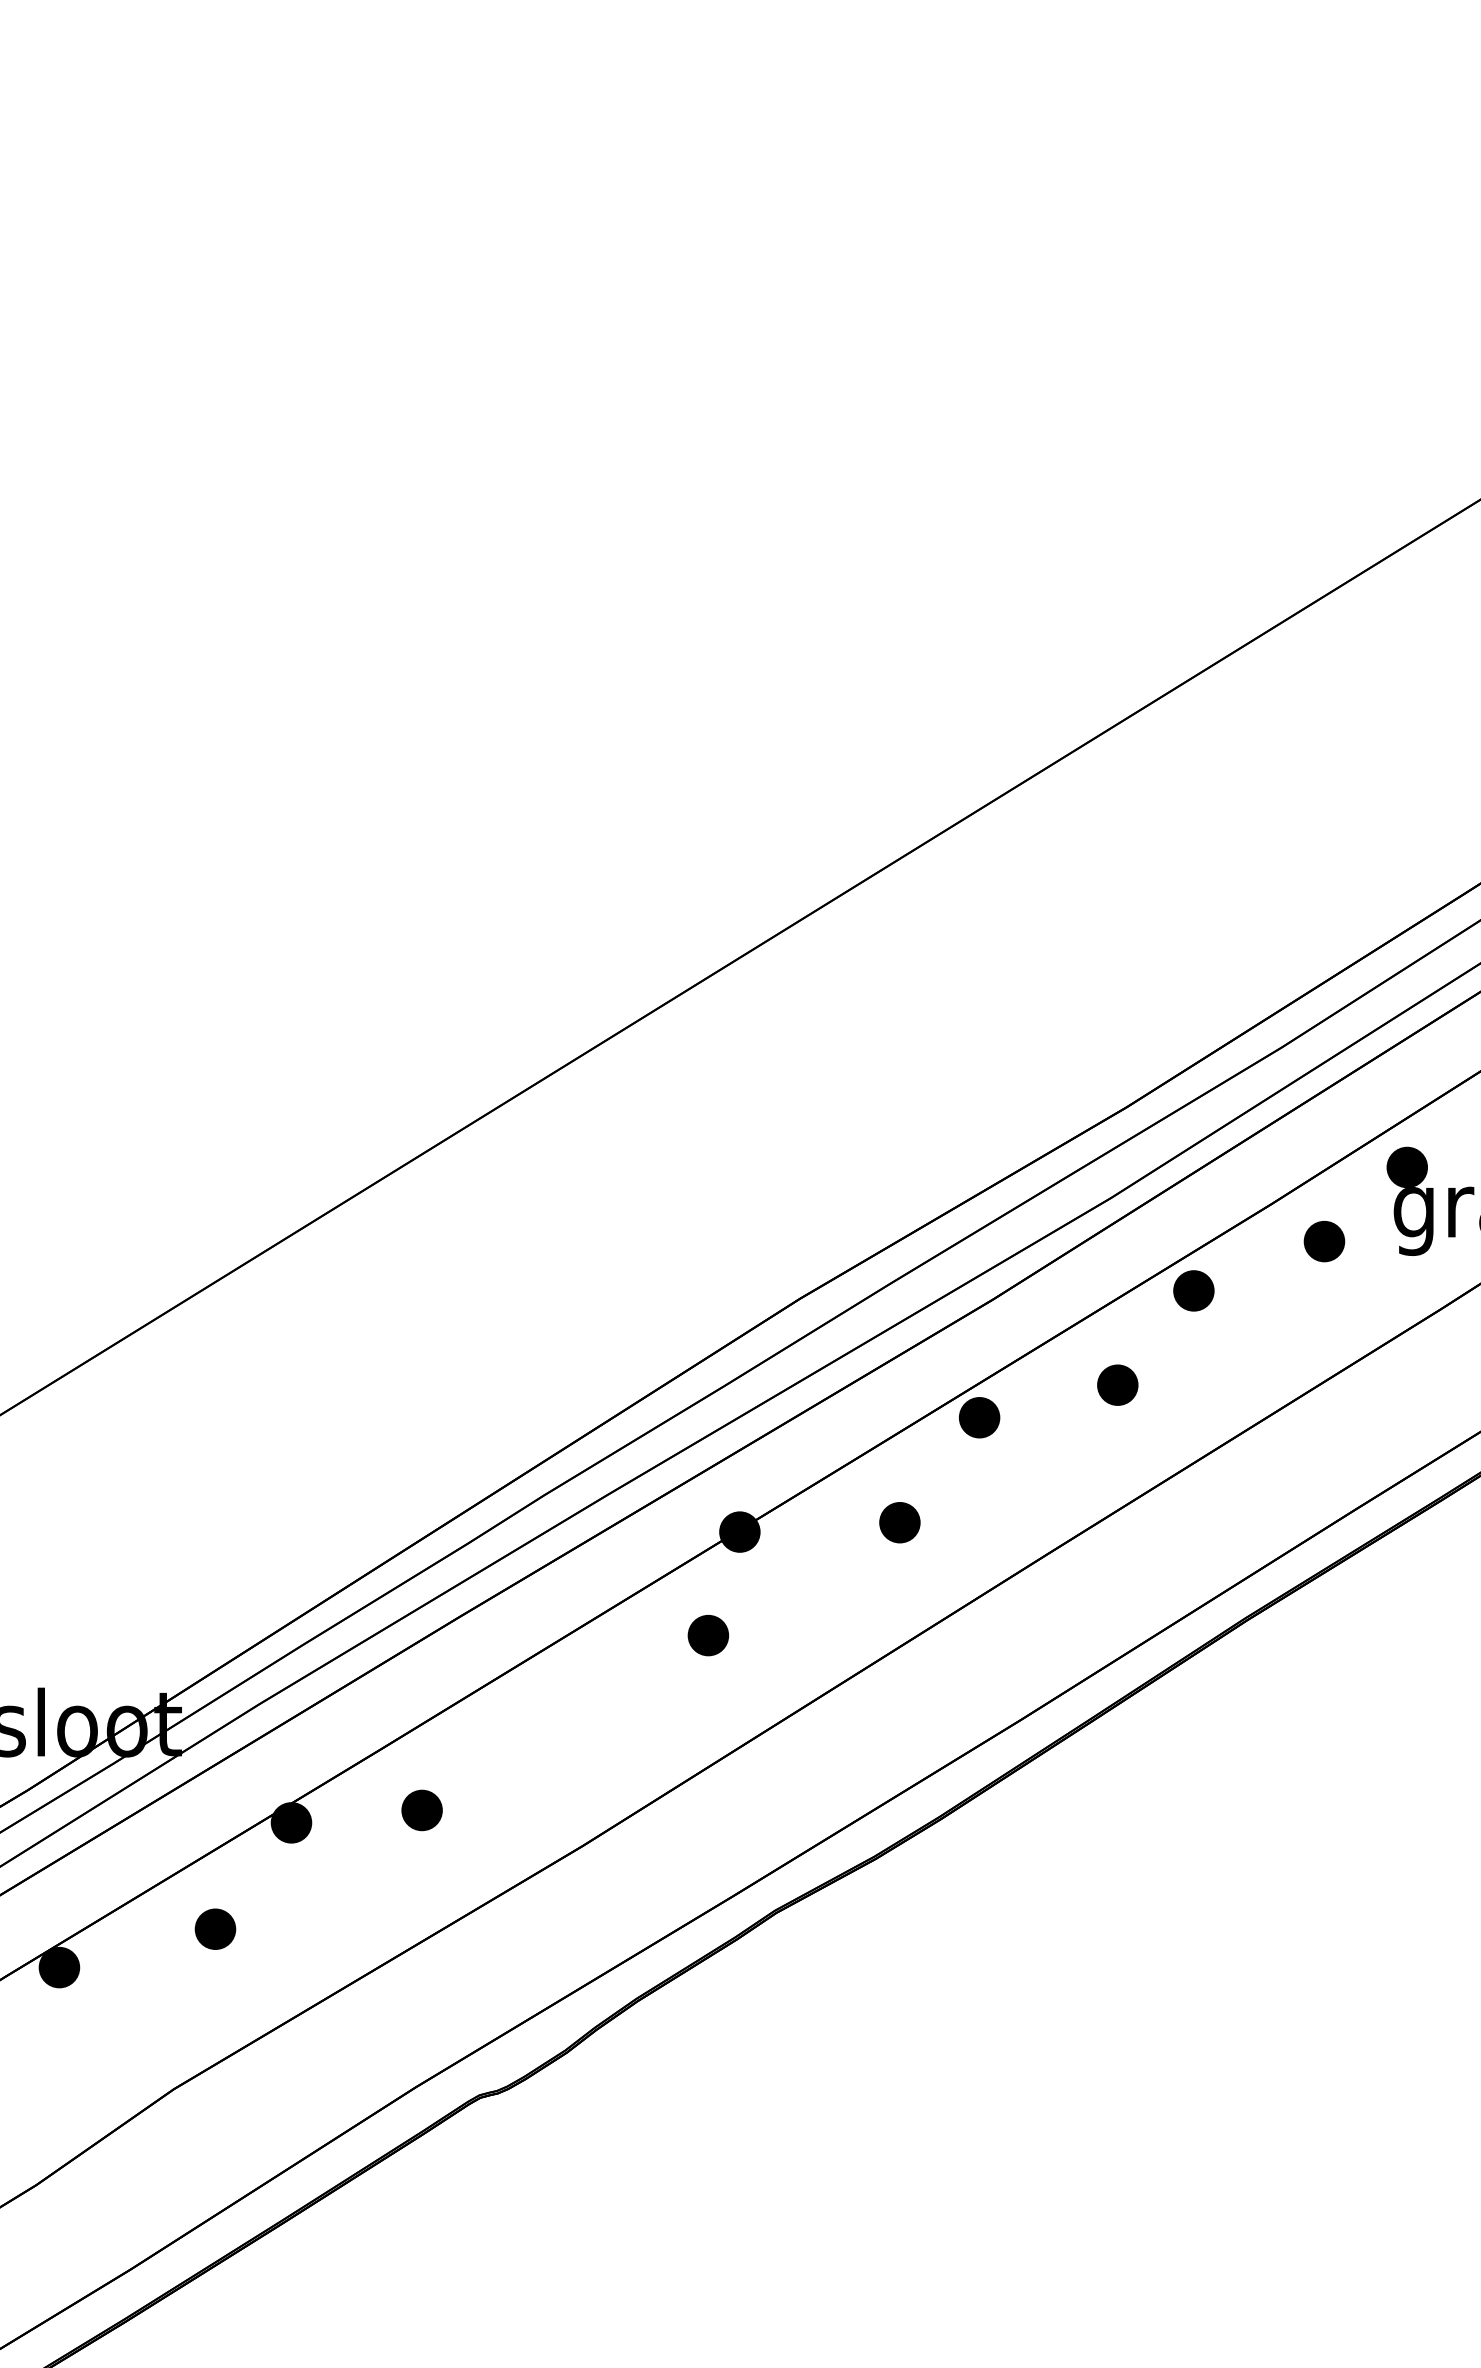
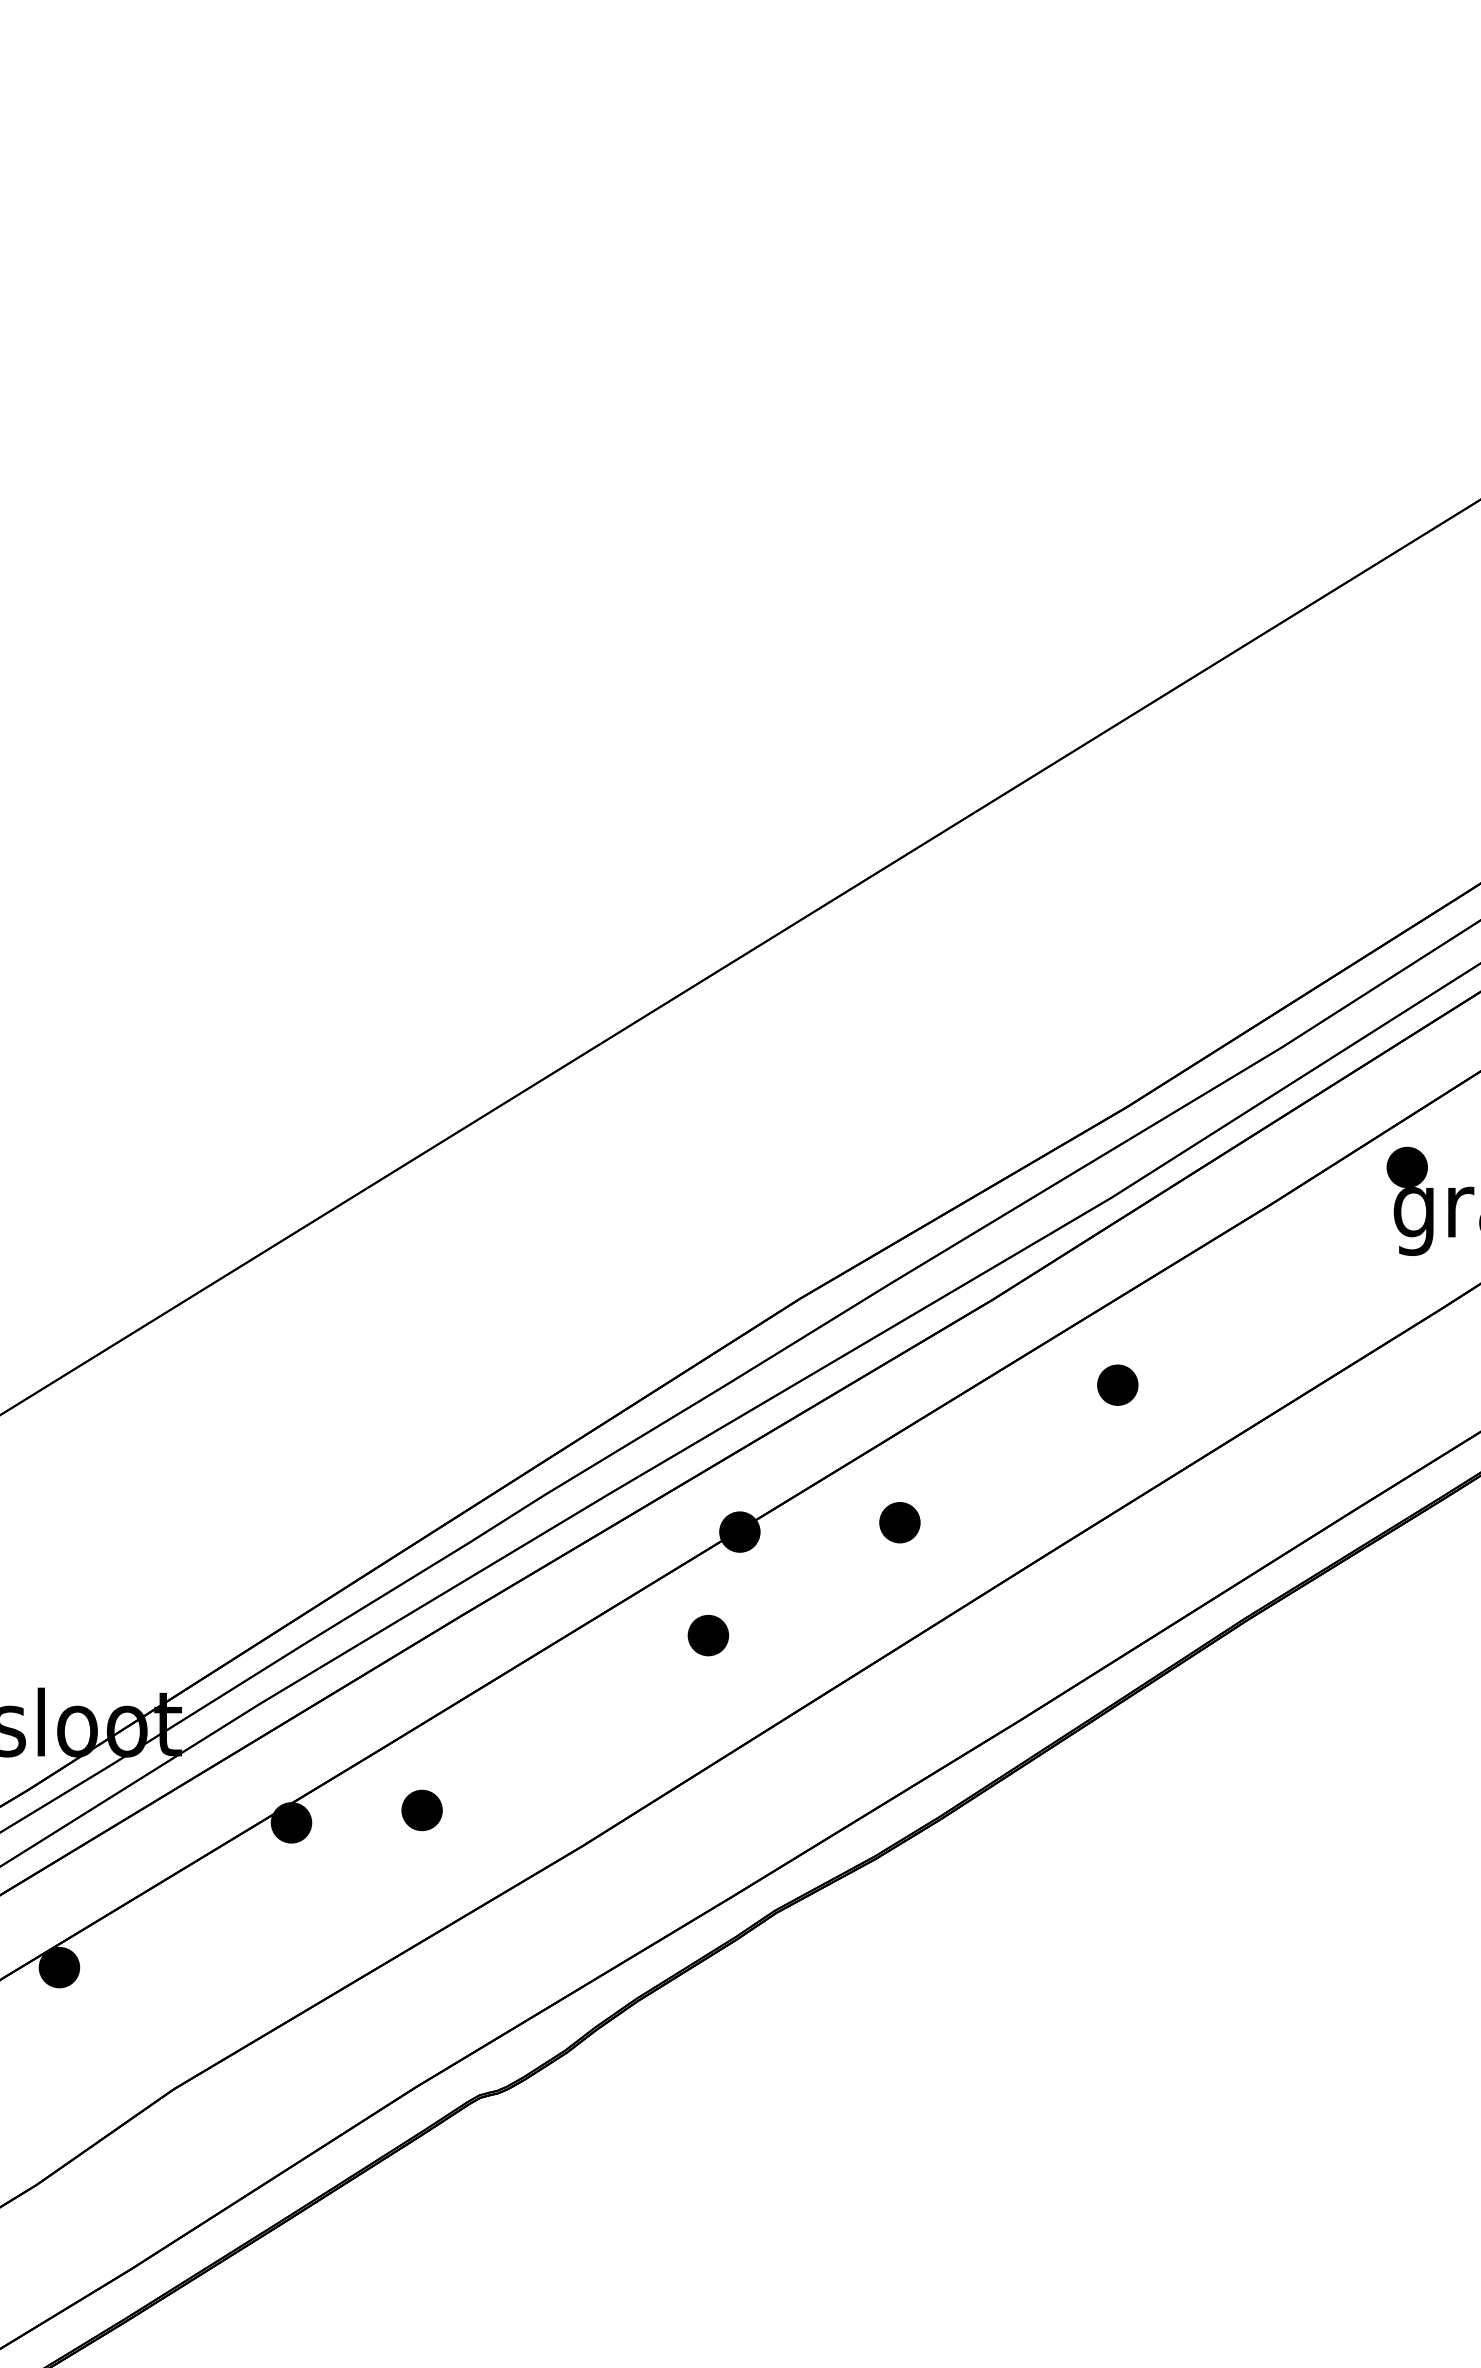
part at (1324, 1241): present -> none
part at (1193, 1290): present -> none
part at (979, 1417): present -> none
part at (215, 1928): present -> none
